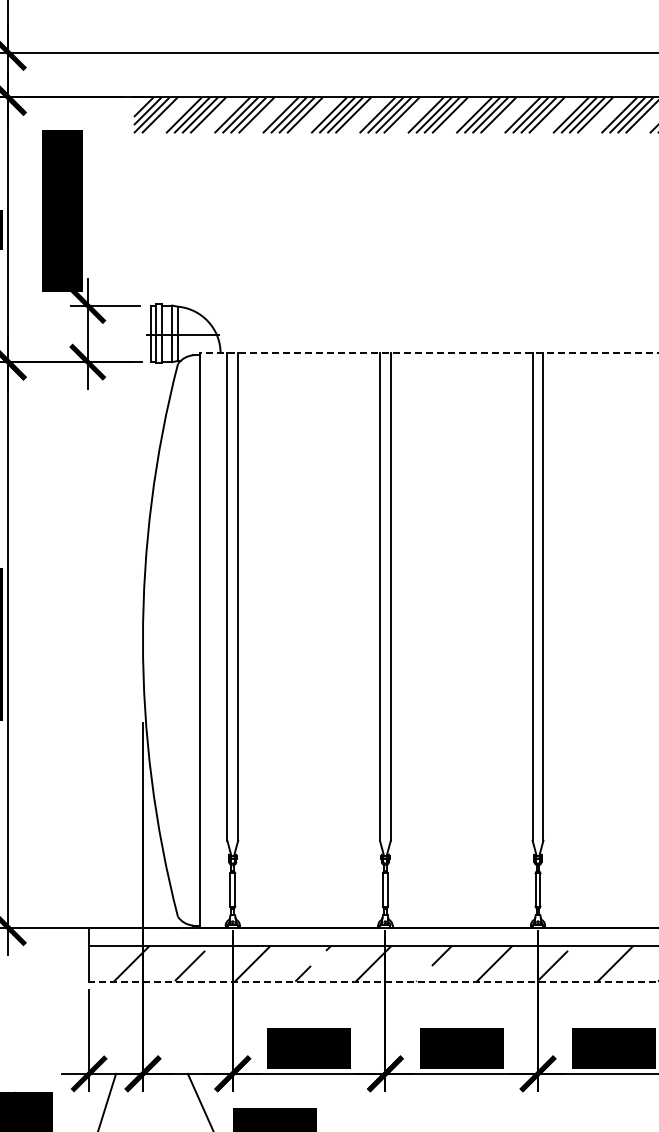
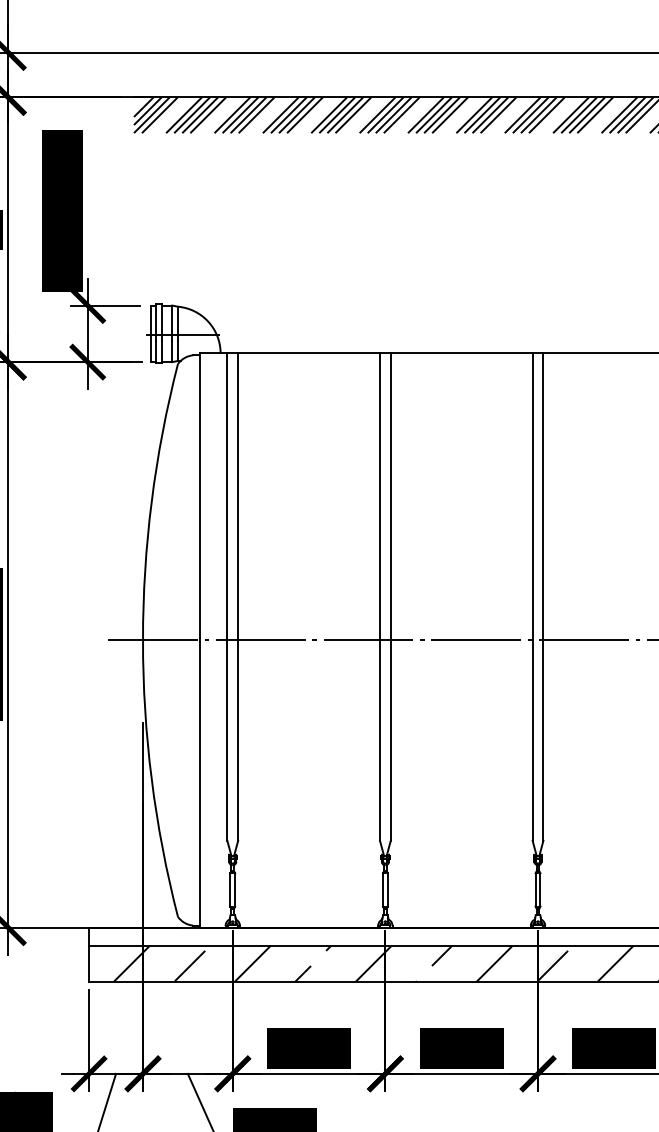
line at (429, 353): dashed -> solid
line at (381, 640): none -> present
line at (374, 981): dashed -> solid
